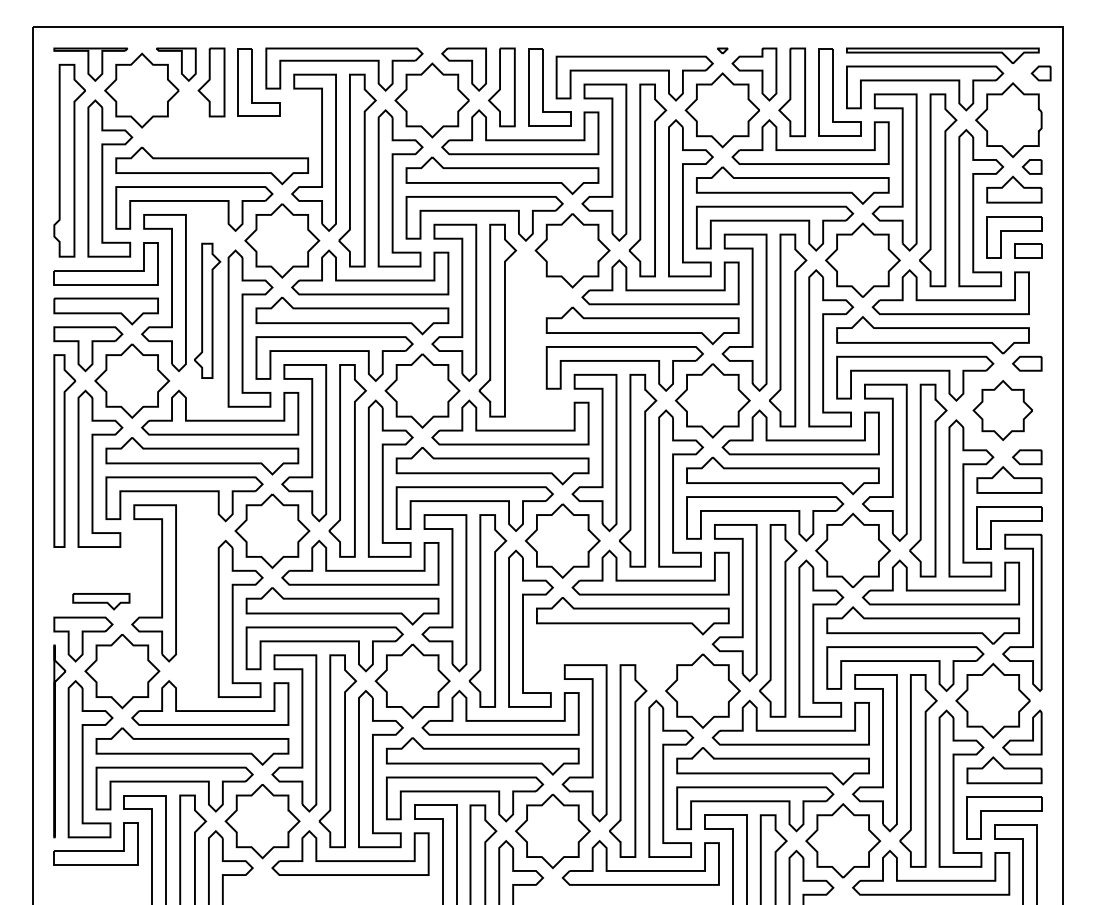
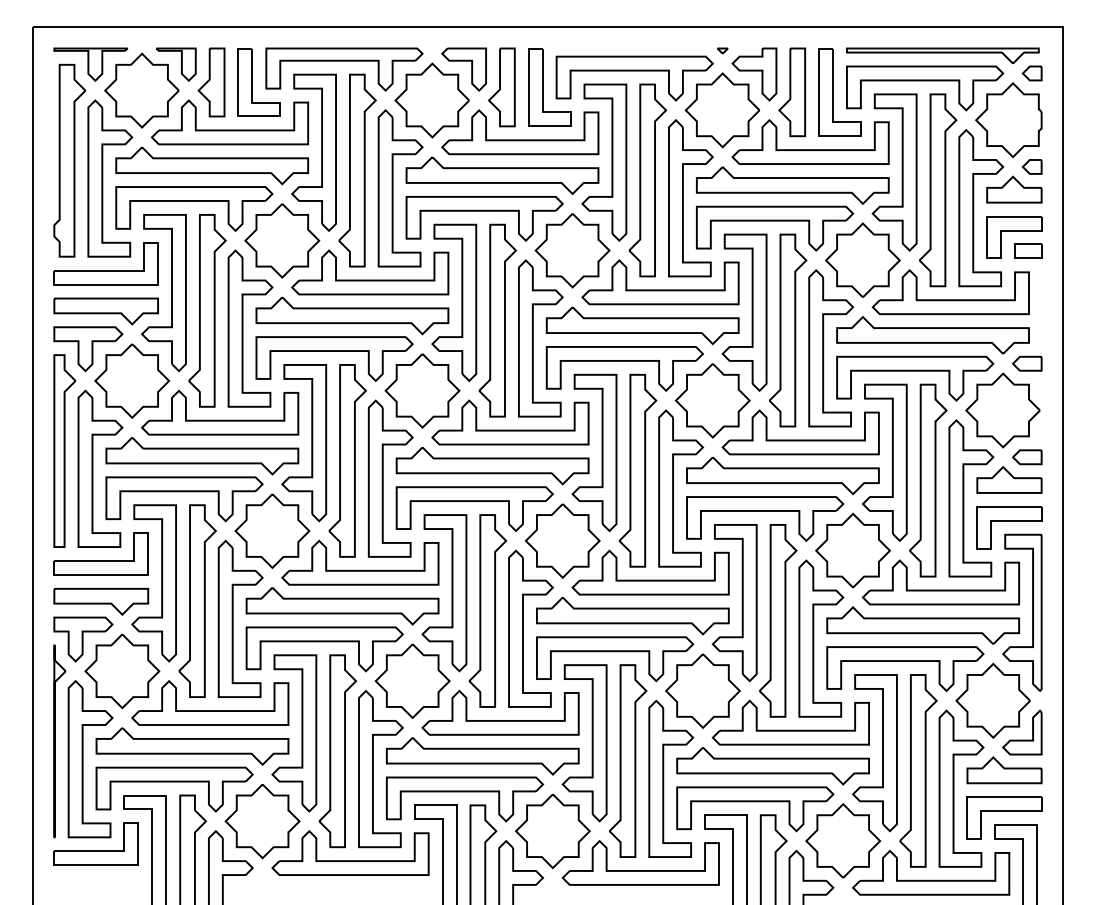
part at (1040, 73) position: (1040, 73) -> (1031, 73)
part at (229, 129): none -> present
part at (207, 310) size: 28x137 px -> 39x194 px
part at (533, 338): none -> present
part at (1002, 410) size: 61x61 px -> 76x77 px
part at (100, 560): none -> present
part at (197, 600): none -> present
part at (101, 601) size: 59x18 px -> 97x29 px
part at (615, 652): none -> present
